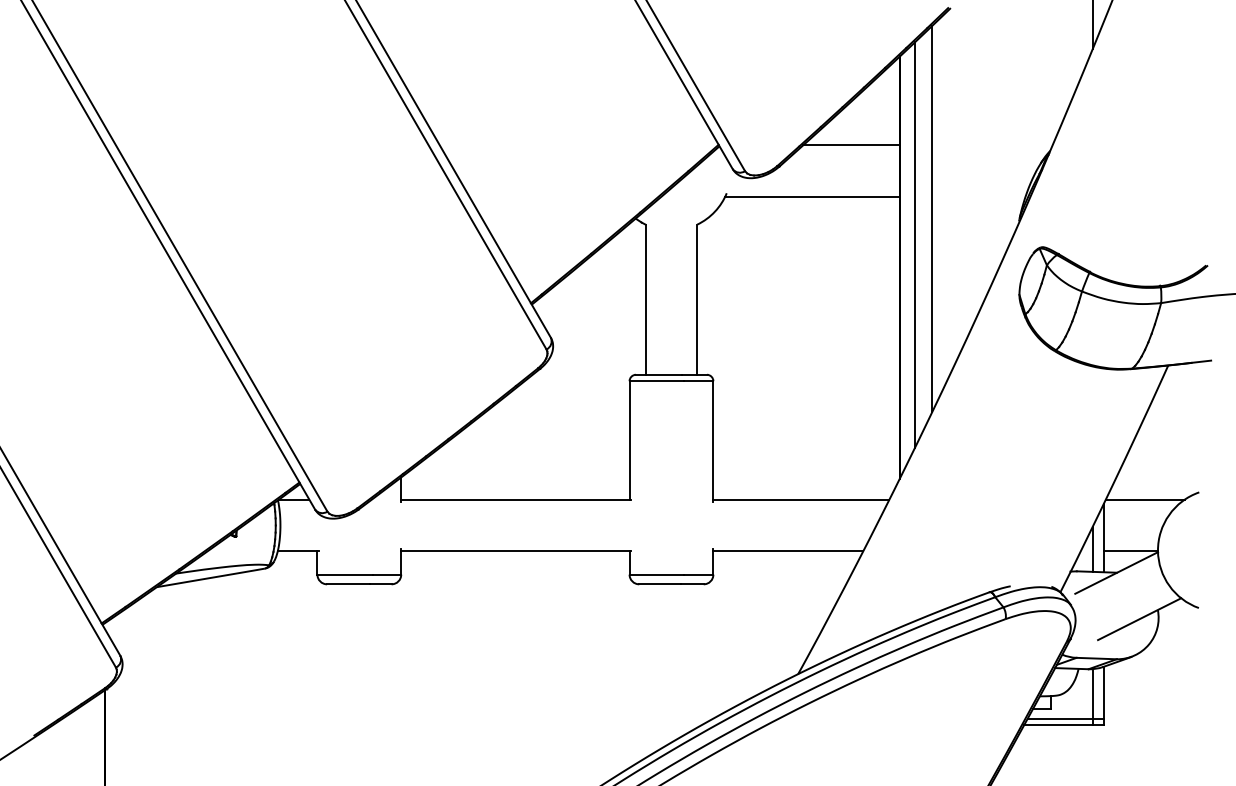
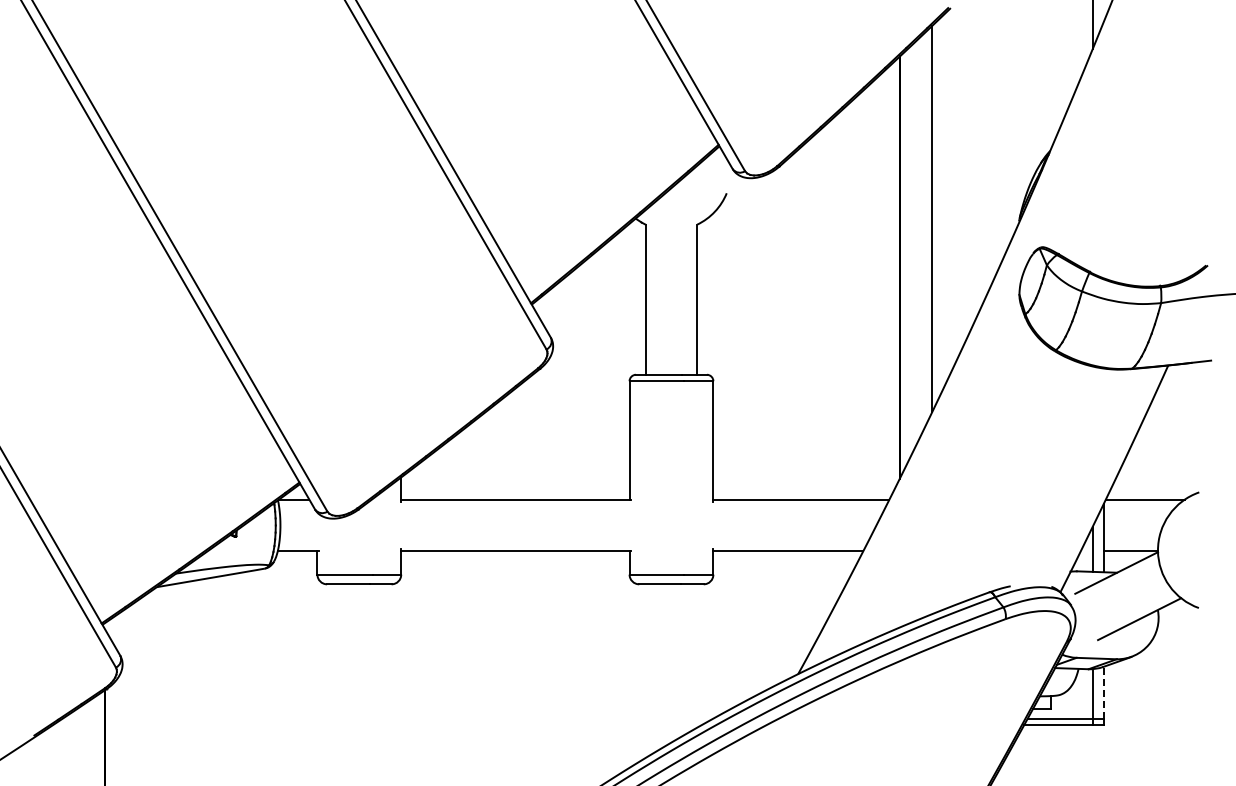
line at (851, 145): present -> none
line at (812, 196): present -> none
line at (914, 244): present -> none
line at (1103, 692): solid -> dashed
